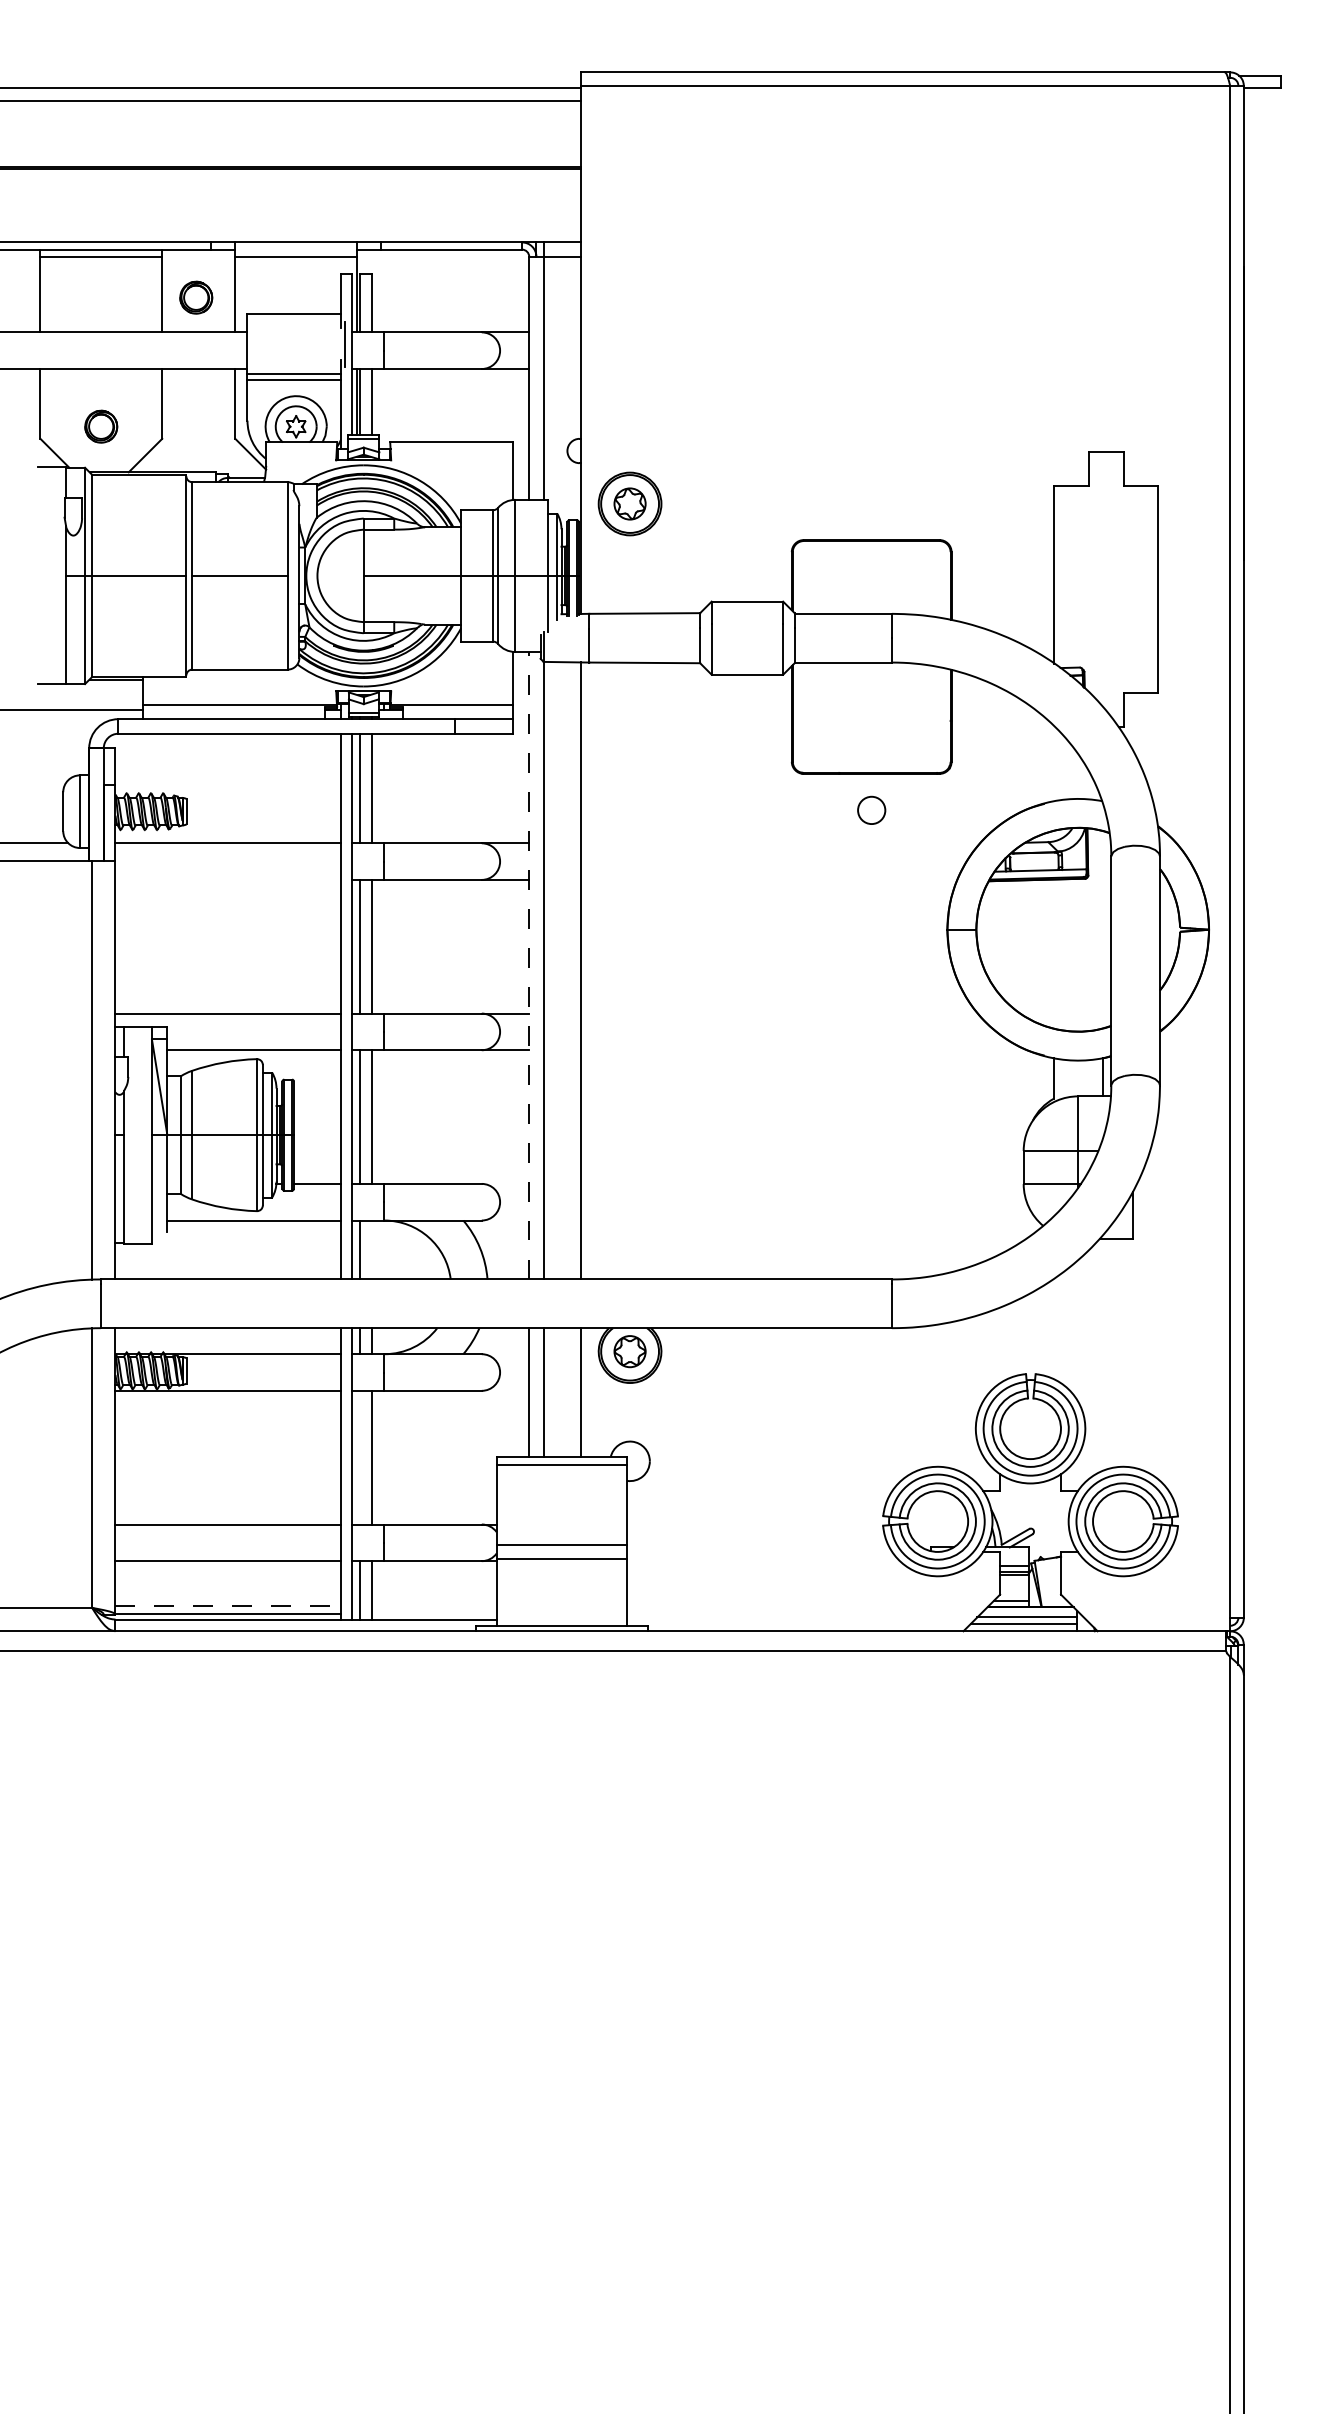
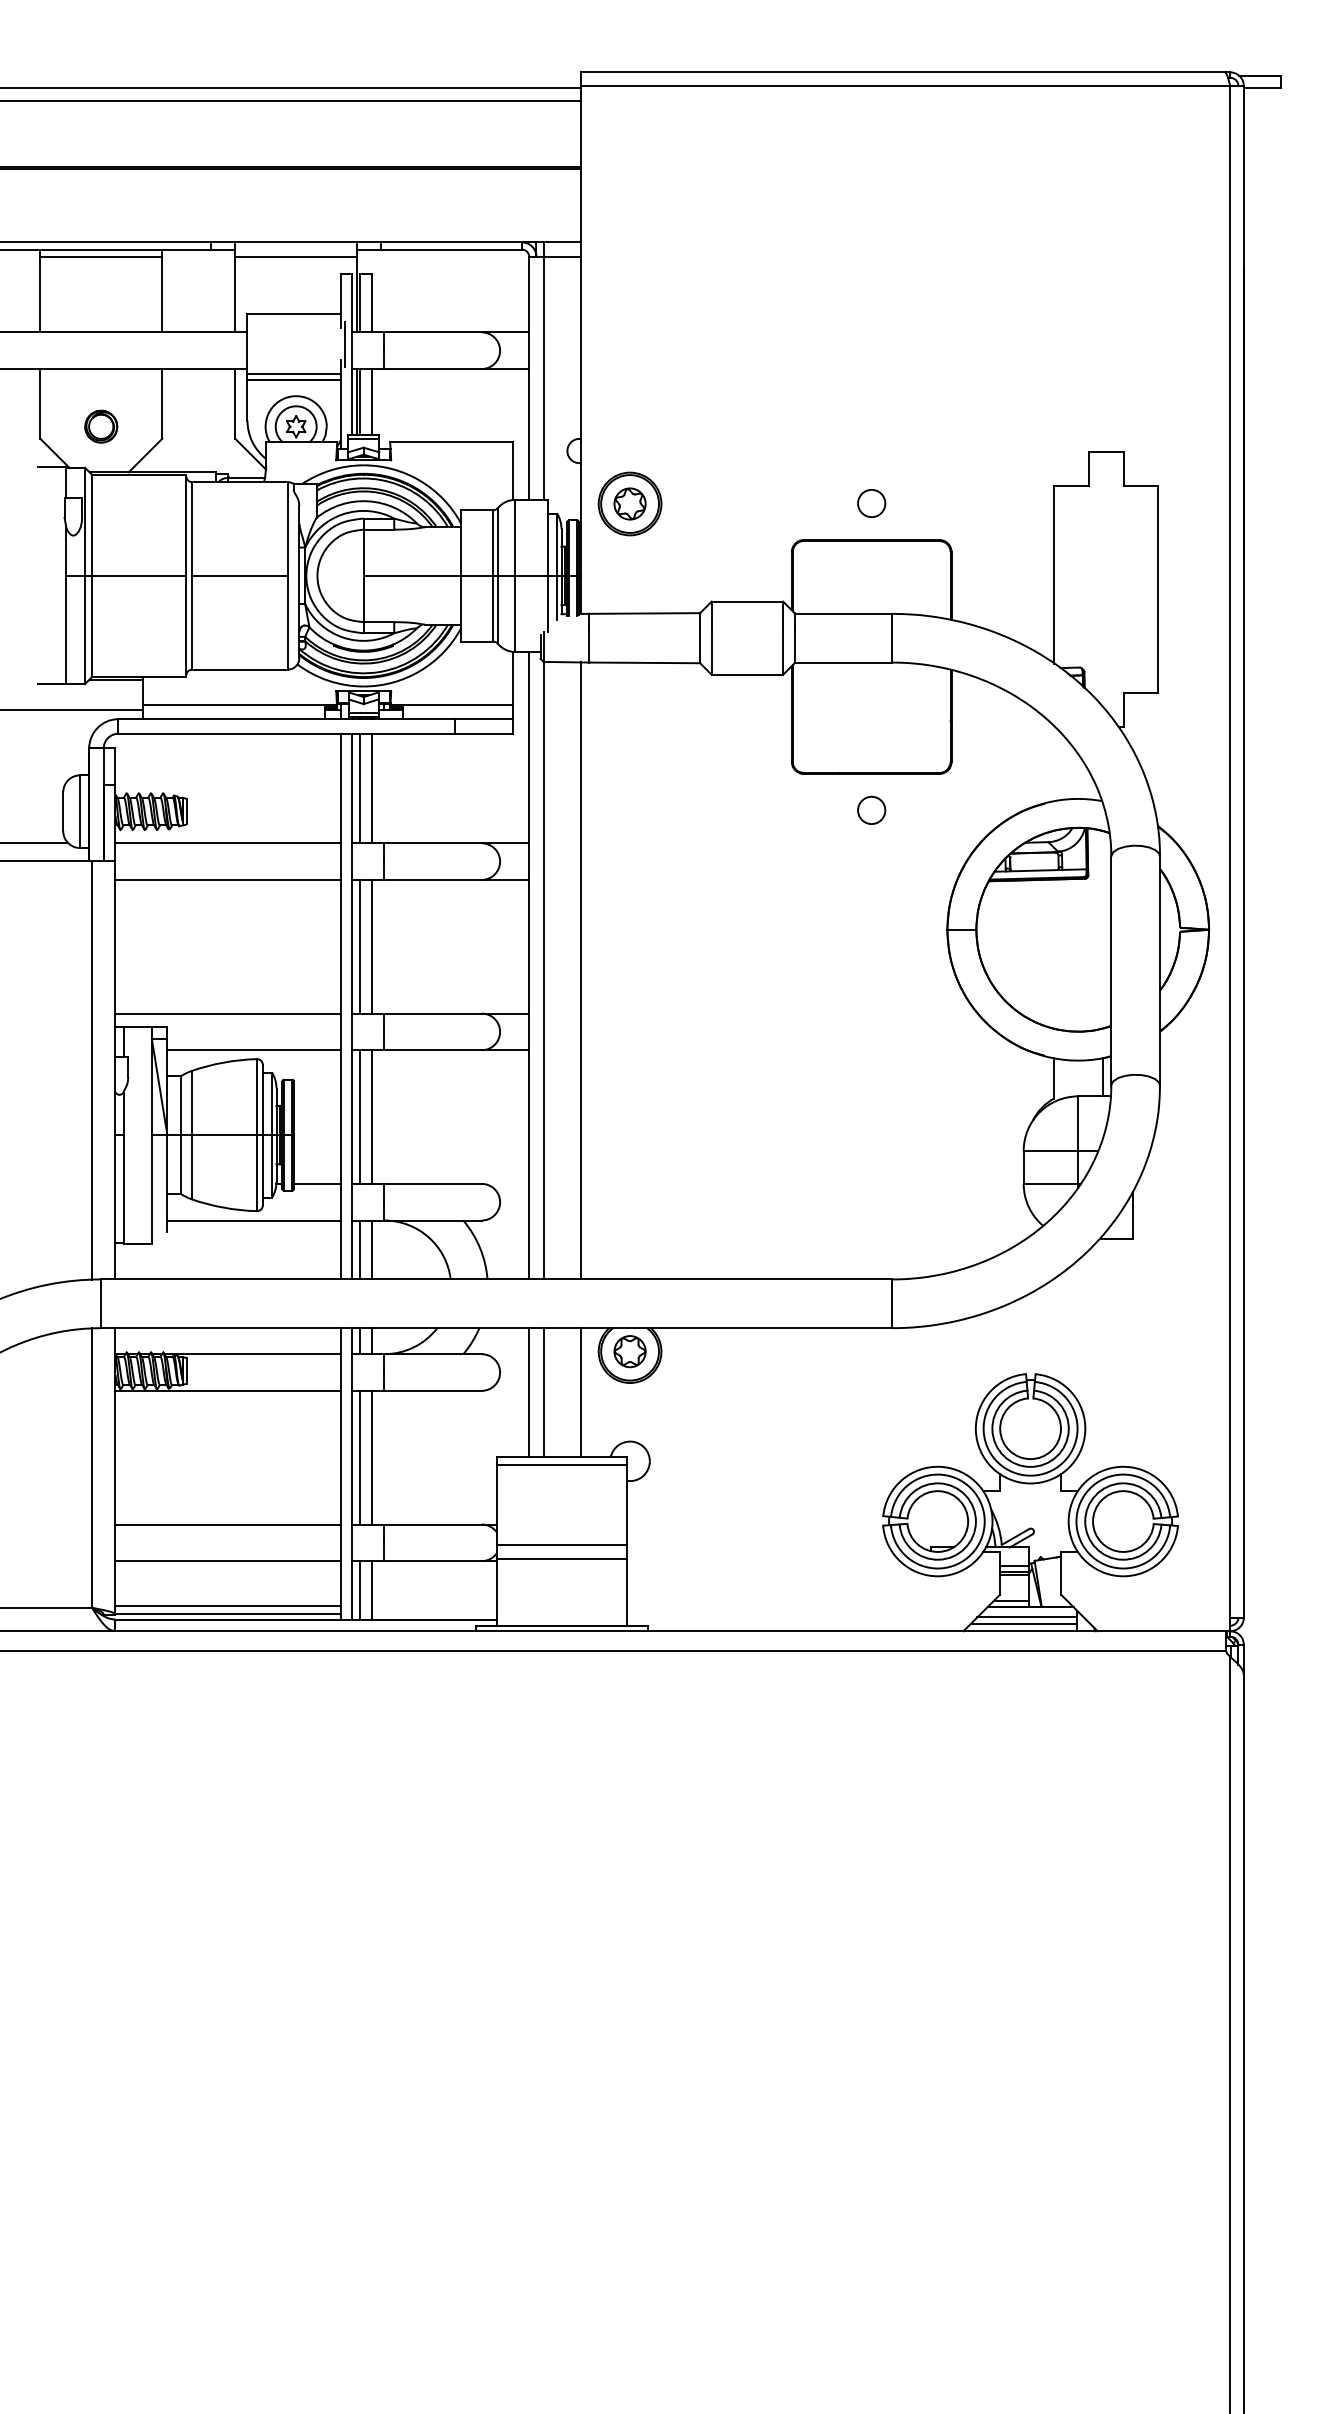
part at (196, 297): present -> none
circle at (871, 503): none -> present
line at (227, 879): none -> present
line at (529, 965): dashed -> solid
line at (371, 1249): none -> present
line at (360, 1457): none -> present
line at (228, 1605): dashed -> solid
